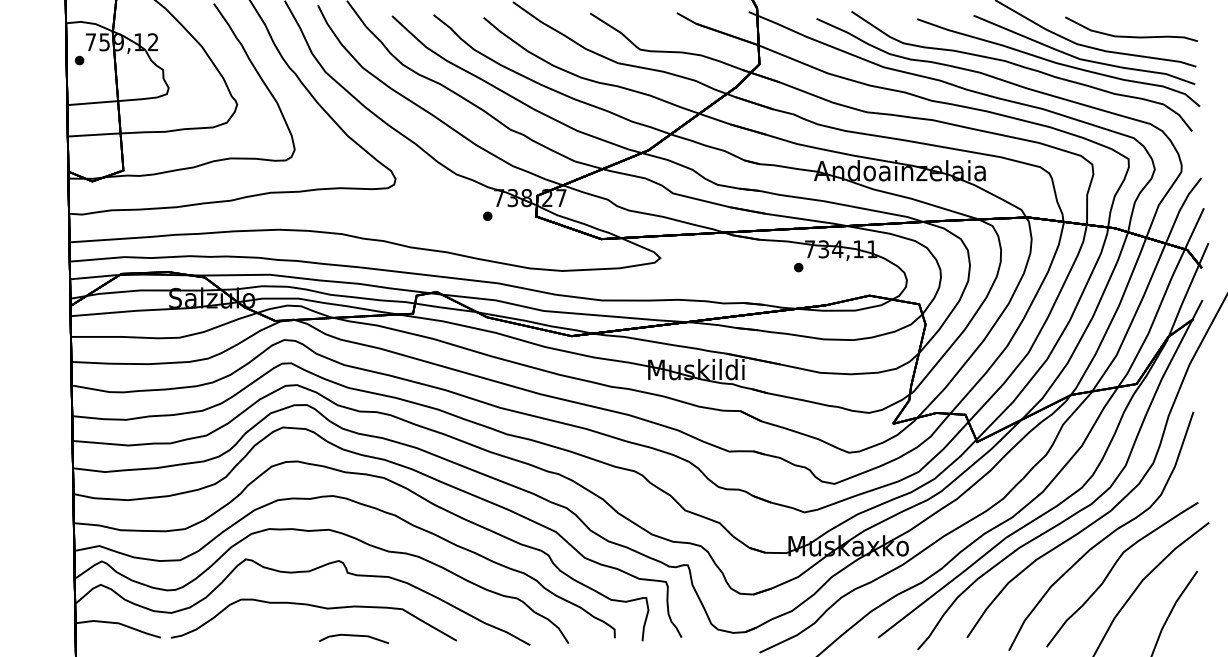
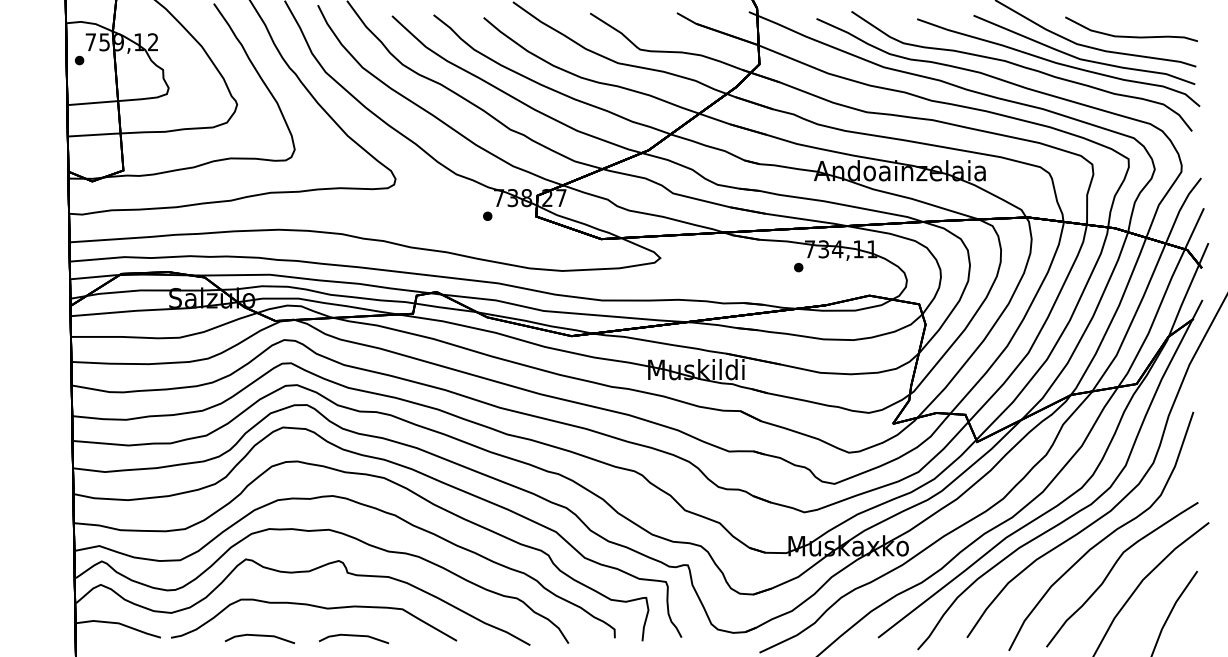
part at (259, 638): none -> present
